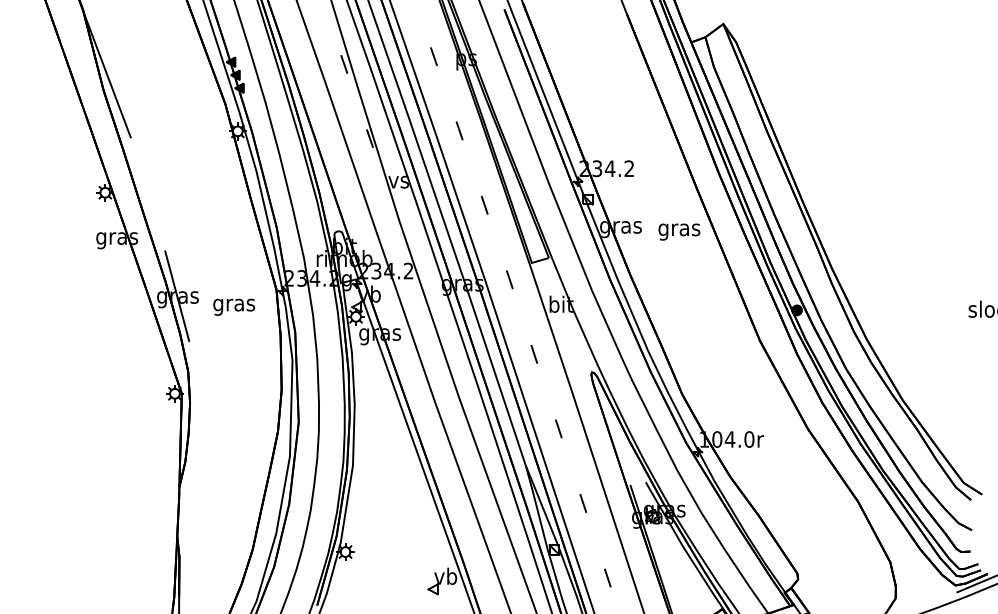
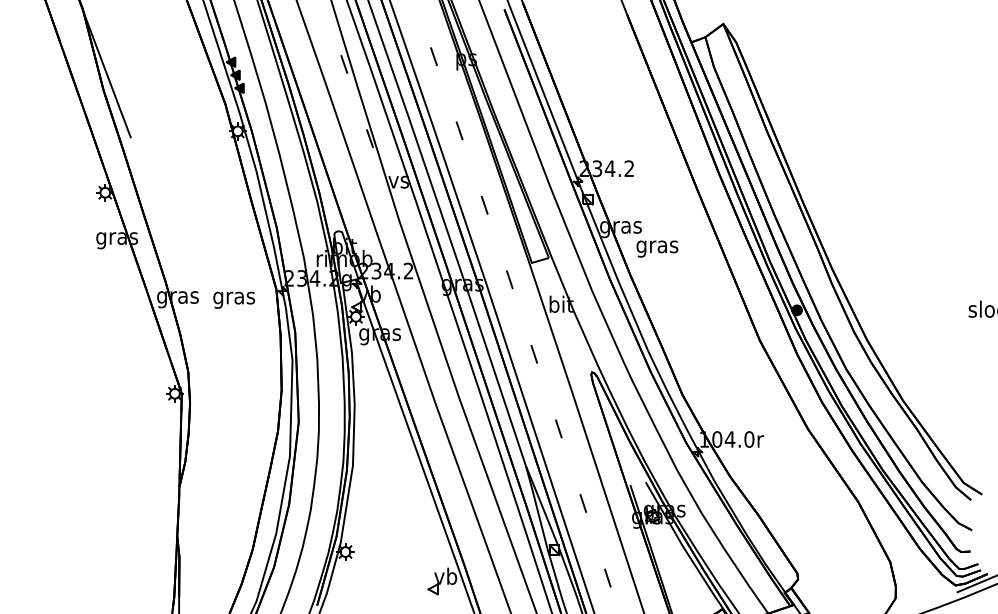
text at (679, 231) position: (679, 231) -> (657, 248)
line at (177, 296): present -> none
text at (234, 306) position: (234, 306) -> (234, 299)
